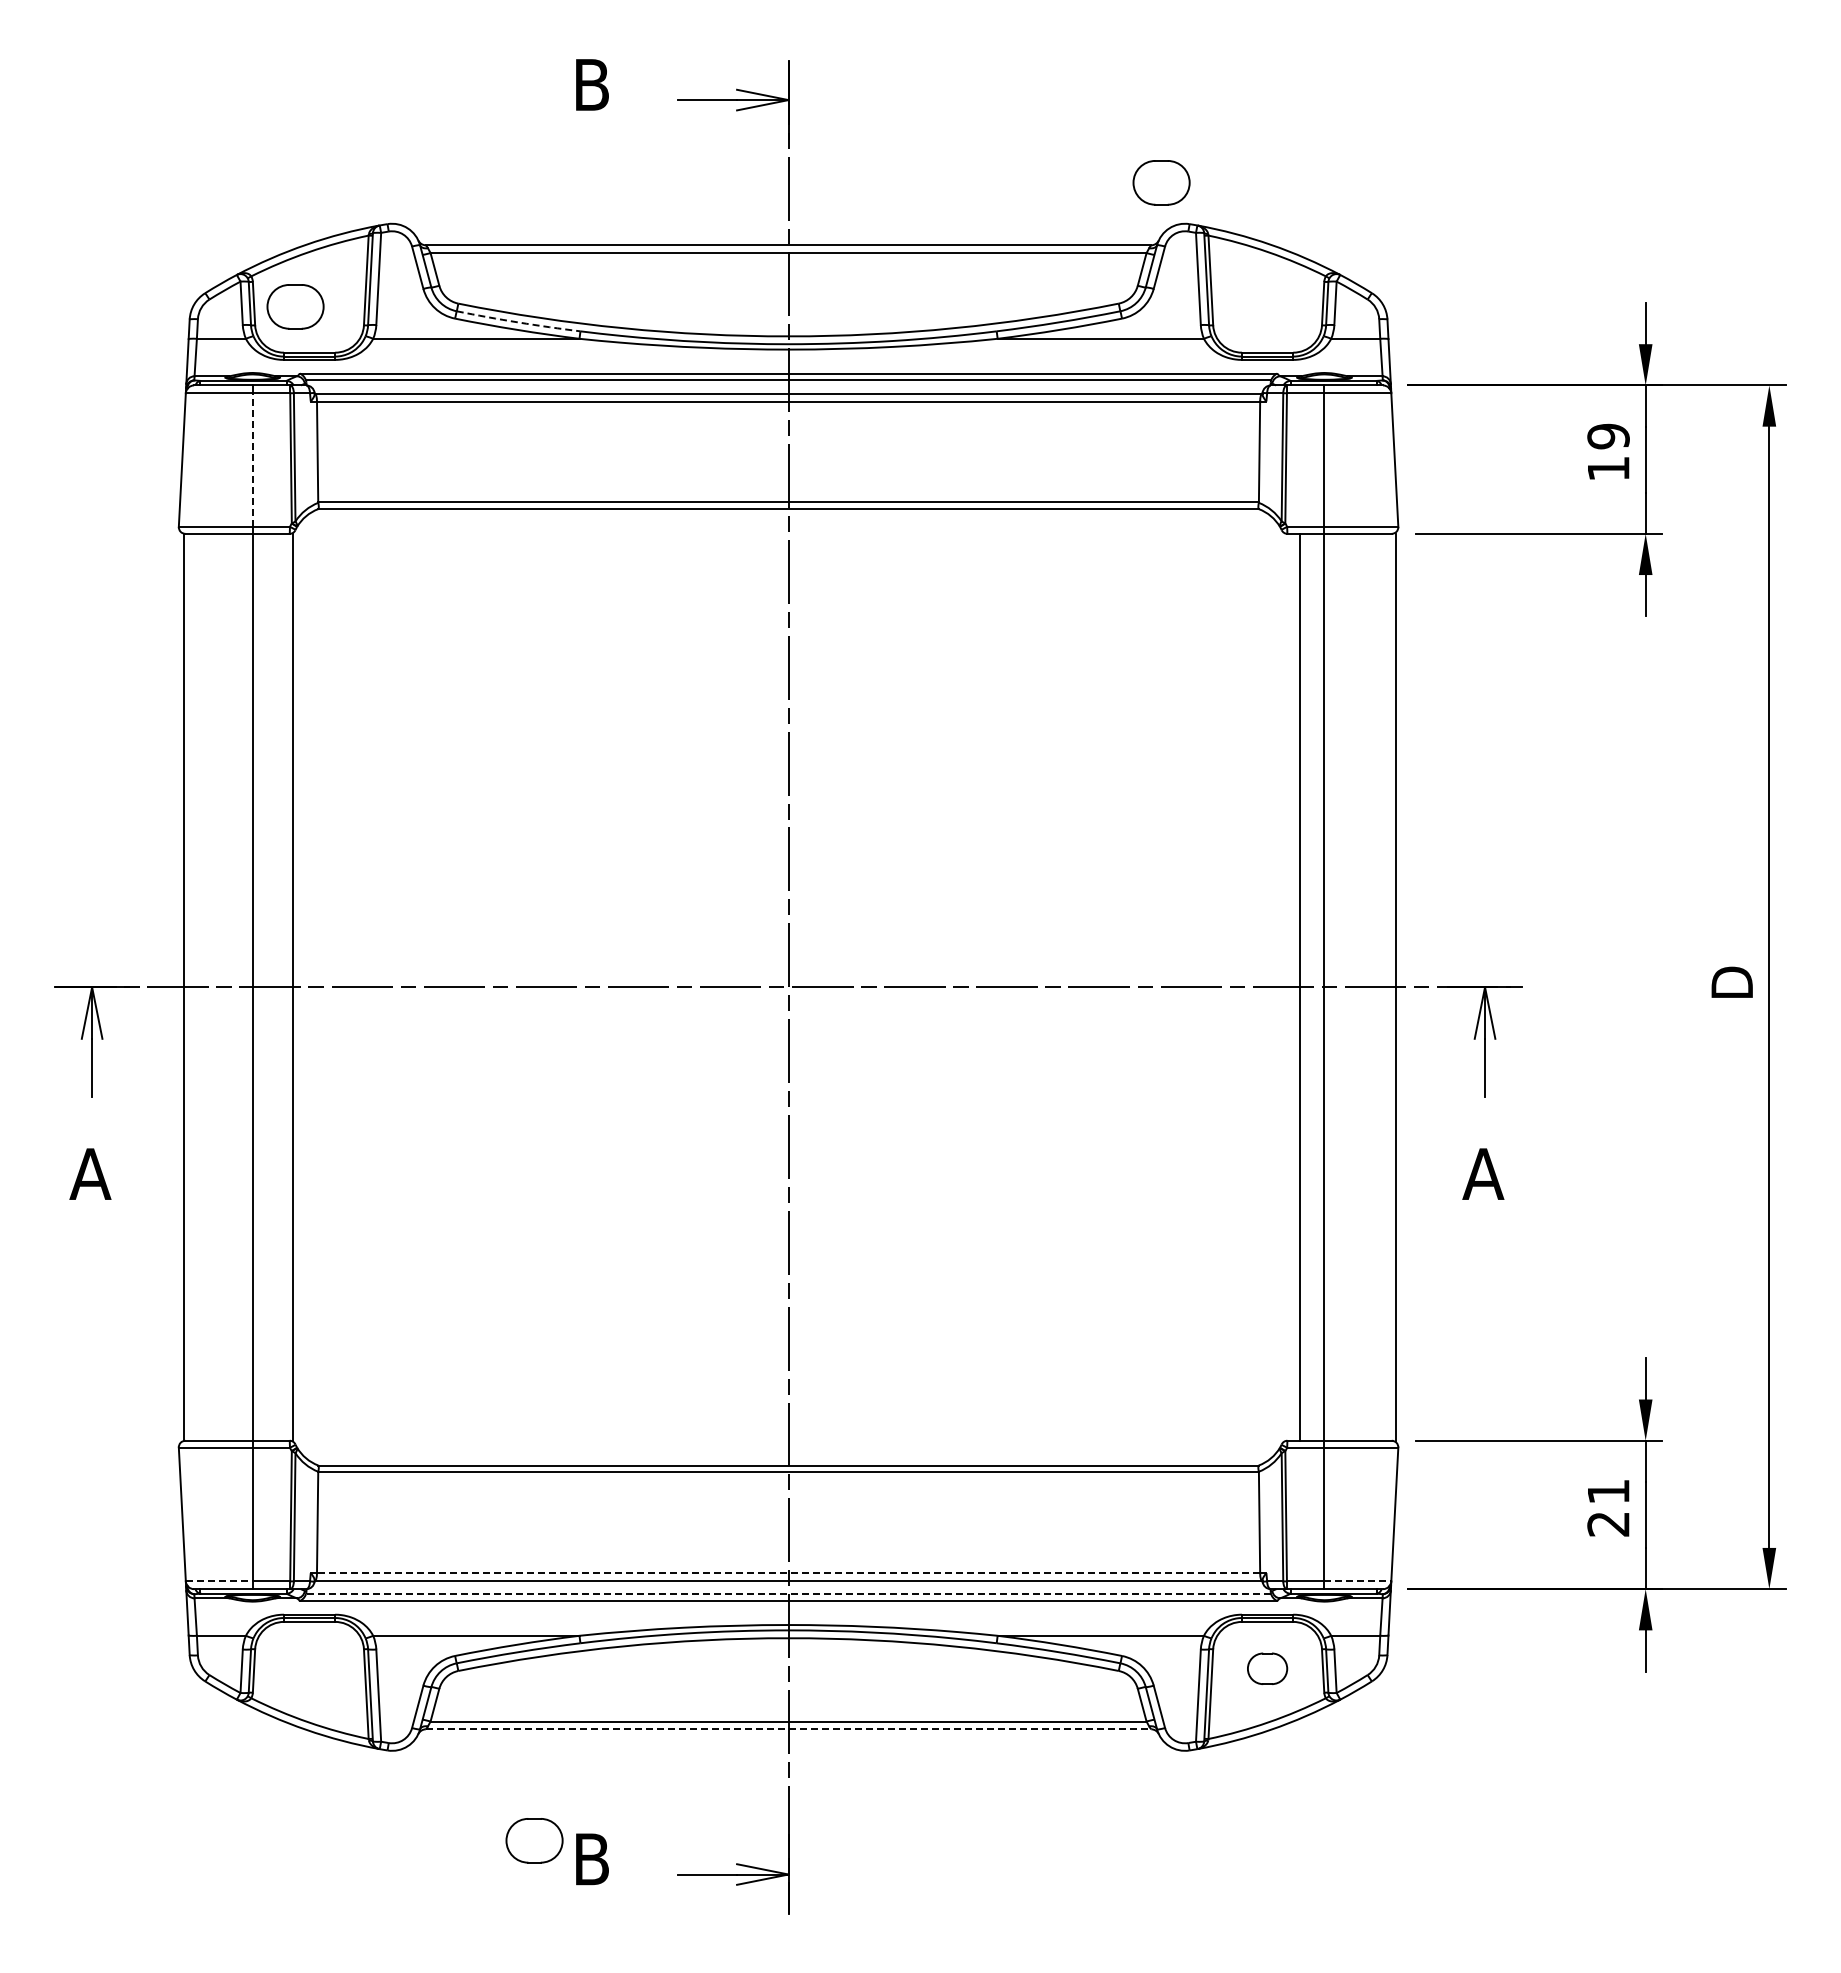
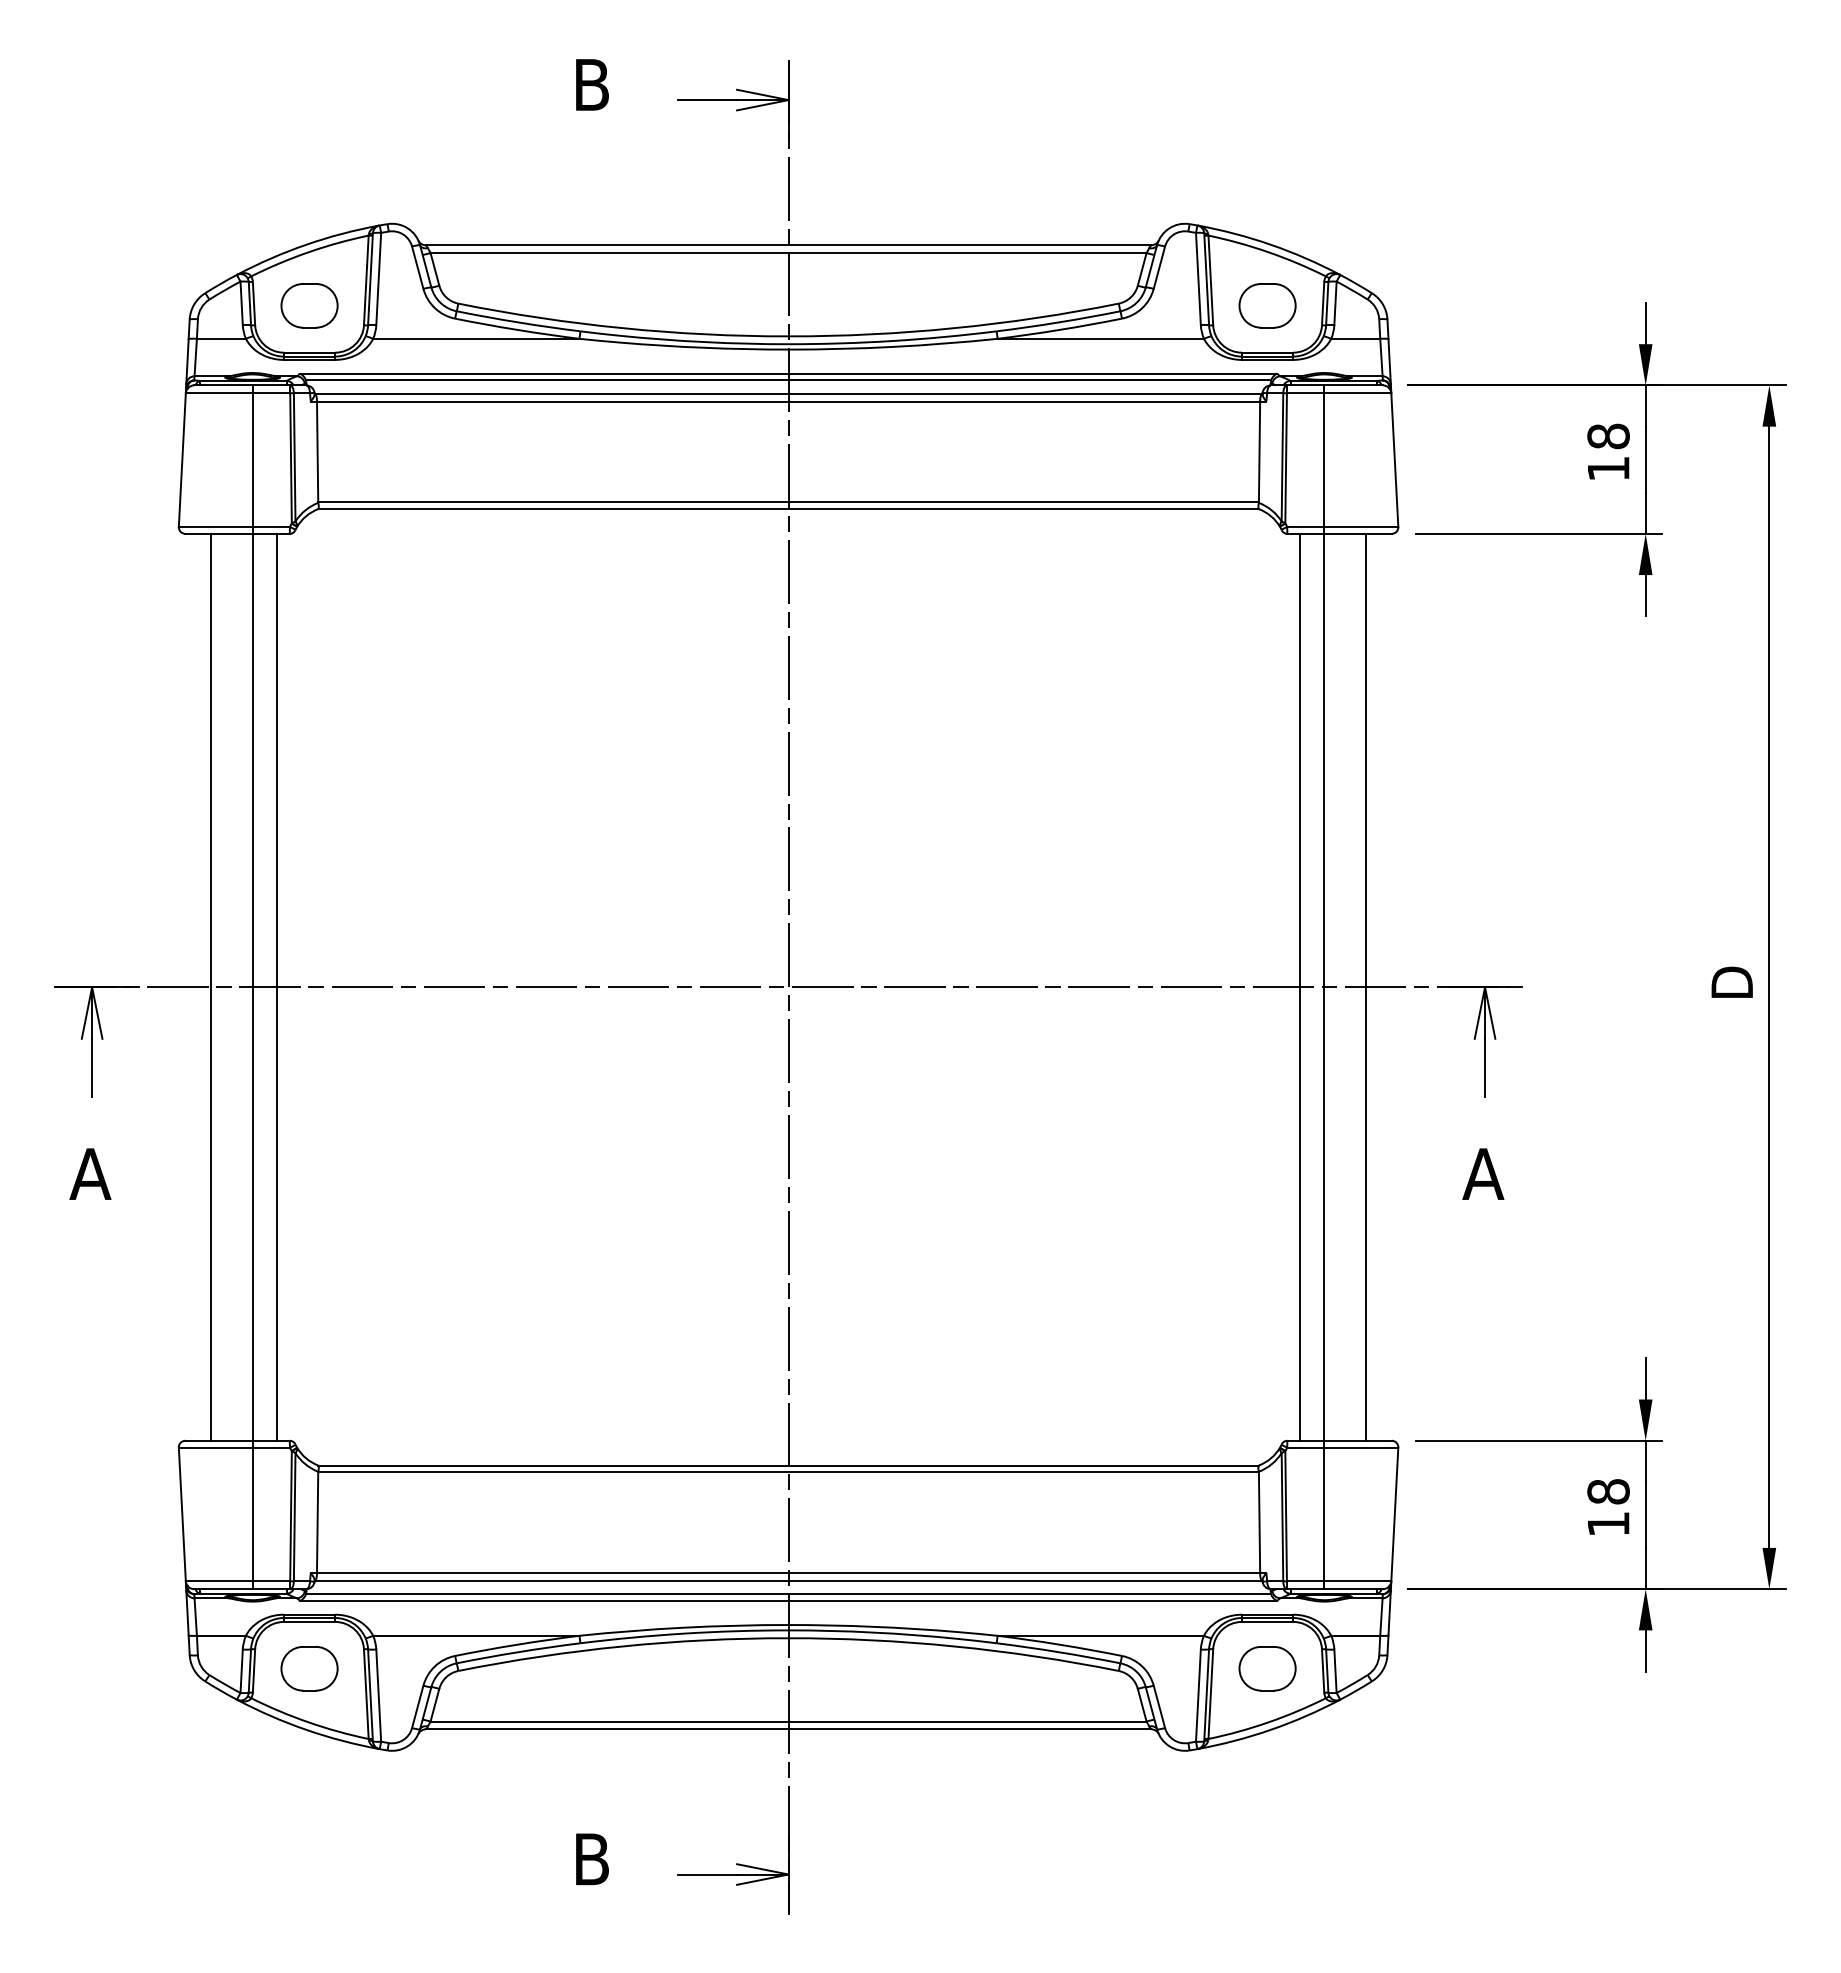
part at (1161, 182) position: (1161, 182) -> (1267, 305)
part at (295, 306) position: (295, 306) -> (309, 305)
arc at (518, 322): dashed -> solid
text at (1608, 436): 19 -> 18
line at (252, 460): dashed -> solid
line at (184, 986) position: (184, 986) -> (211, 986)
line at (293, 986) position: (293, 986) -> (277, 986)
line at (1395, 986) position: (1395, 986) -> (1365, 986)
text at (1608, 1507): 21 -> 18
line at (788, 1573): dashed -> solid
line at (219, 1581): dashed -> solid
line at (1358, 1581): dashed -> solid
line at (788, 1594): dashed -> solid
part at (1267, 1668) size: 42x33 px -> 59x46 px
line at (788, 1729): dashed -> solid
part at (534, 1840) position: (534, 1840) -> (309, 1668)
